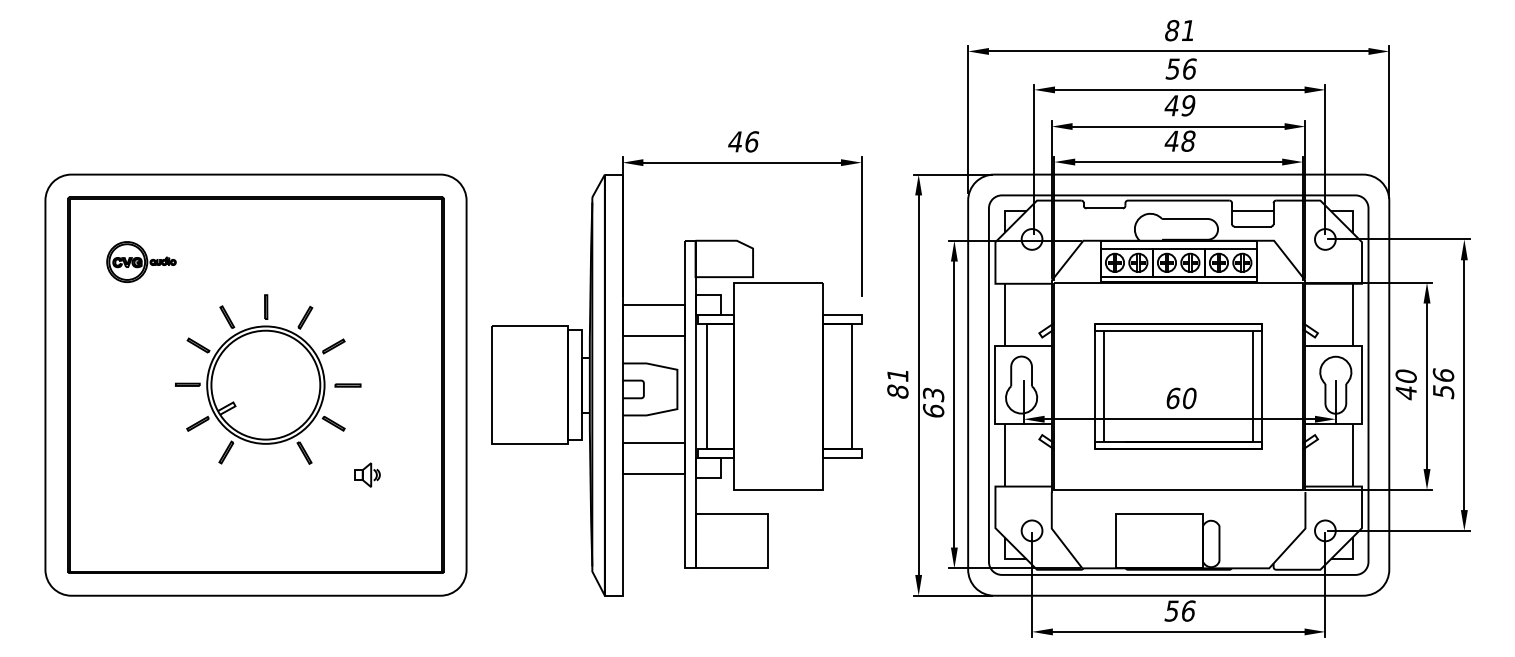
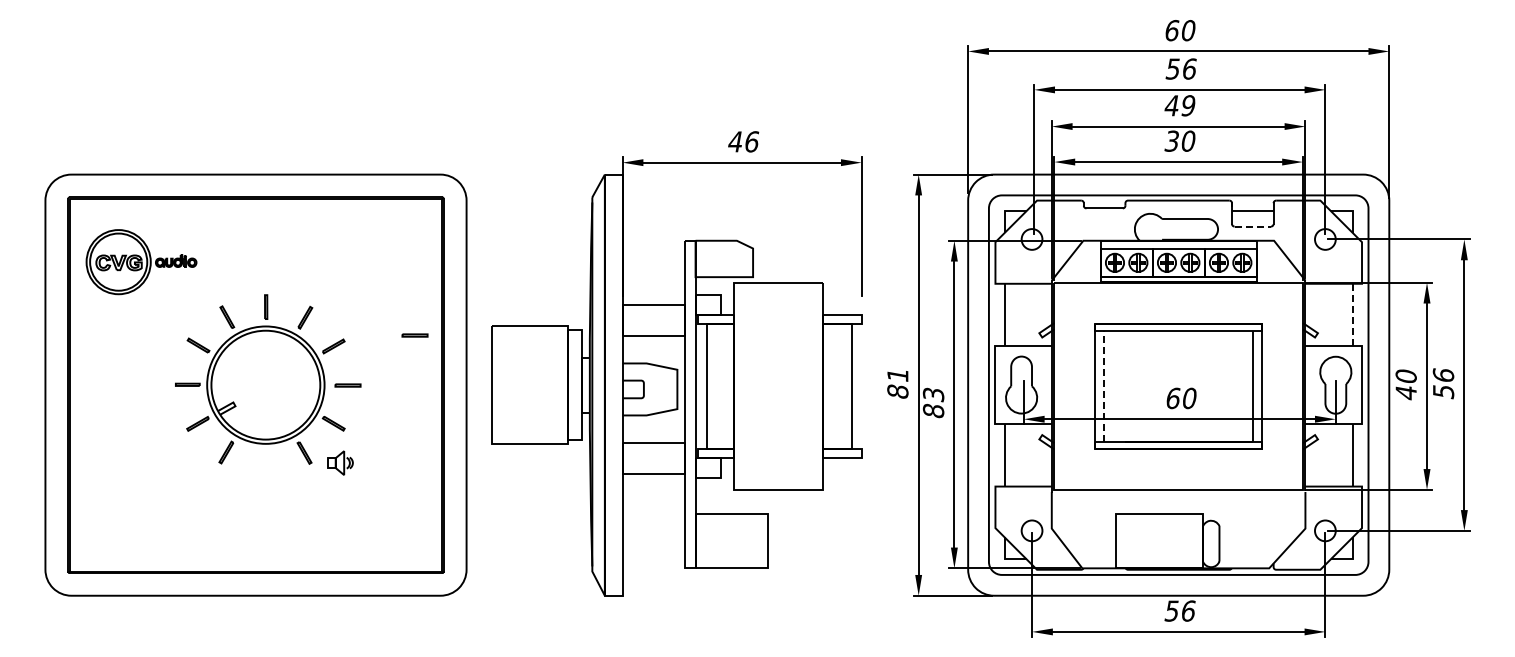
text at (1180, 30): 81 -> 60
text at (1179, 140): 48 -> 30
line at (1253, 226): solid -> dashed
part at (141, 261) size: 71x42 px -> 113x67 px
line at (1352, 315): solid -> dashed
line at (414, 335): none -> present
line at (1104, 385): solid -> dashed
text at (933, 410): 63 -> 83
part at (367, 474) position: (367, 474) -> (340, 462)
